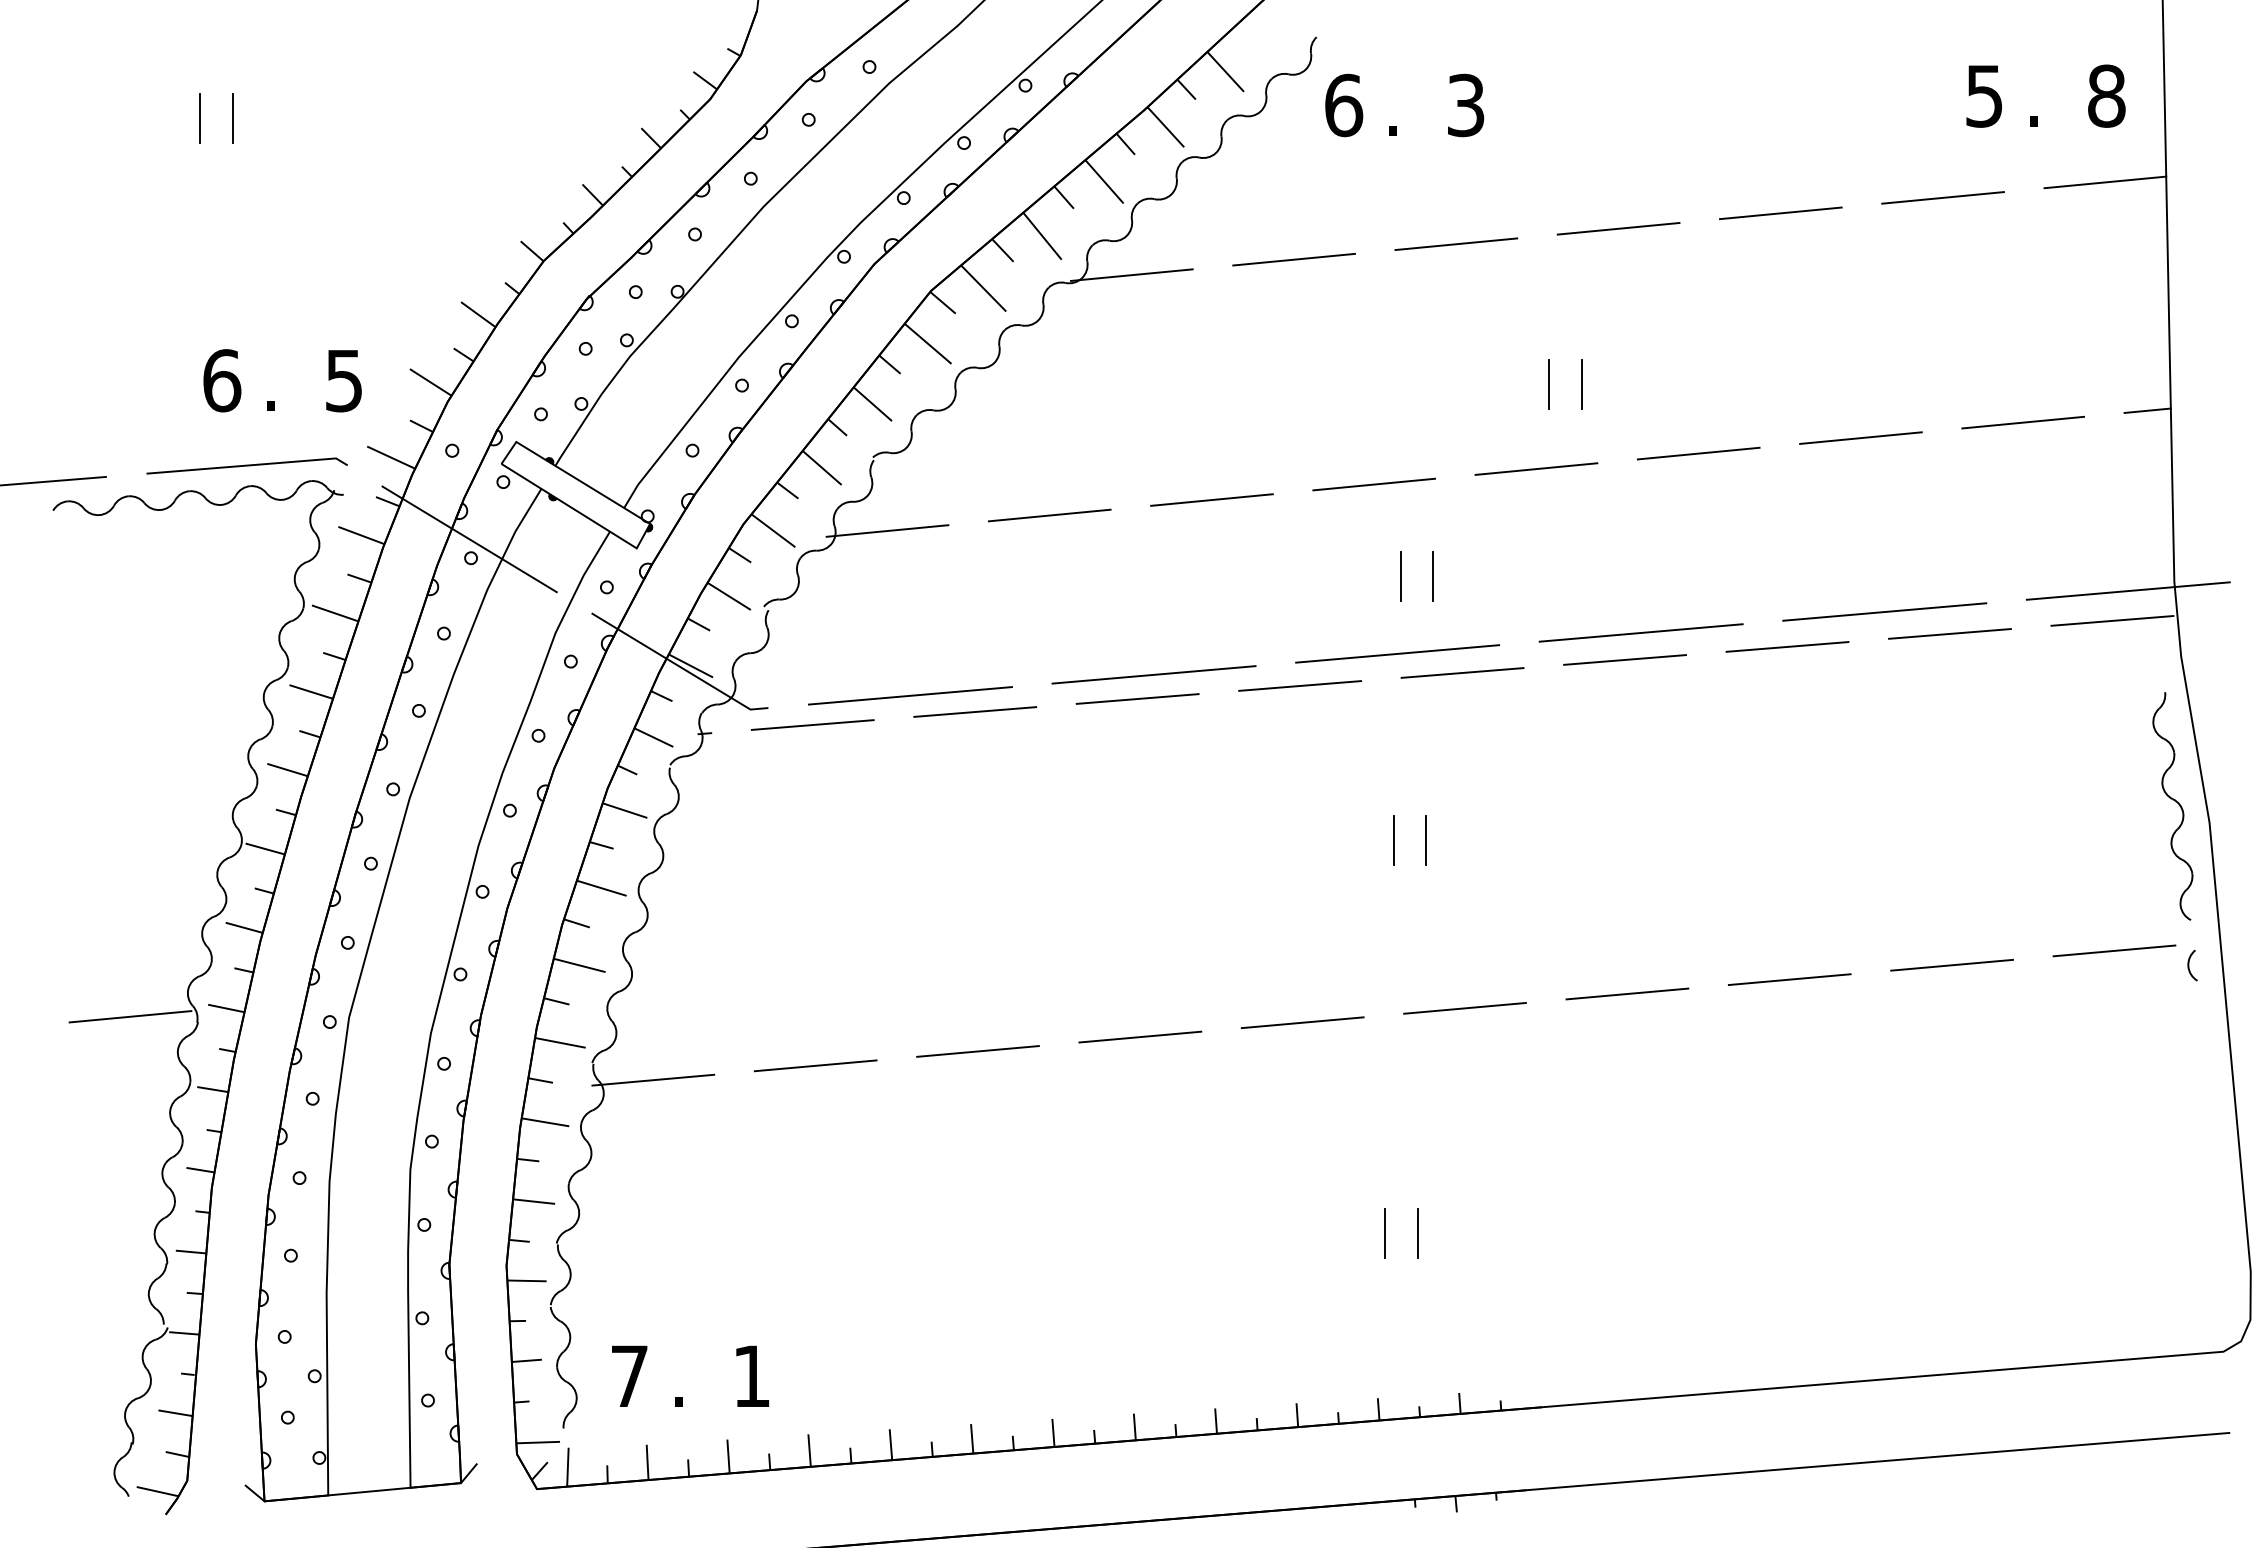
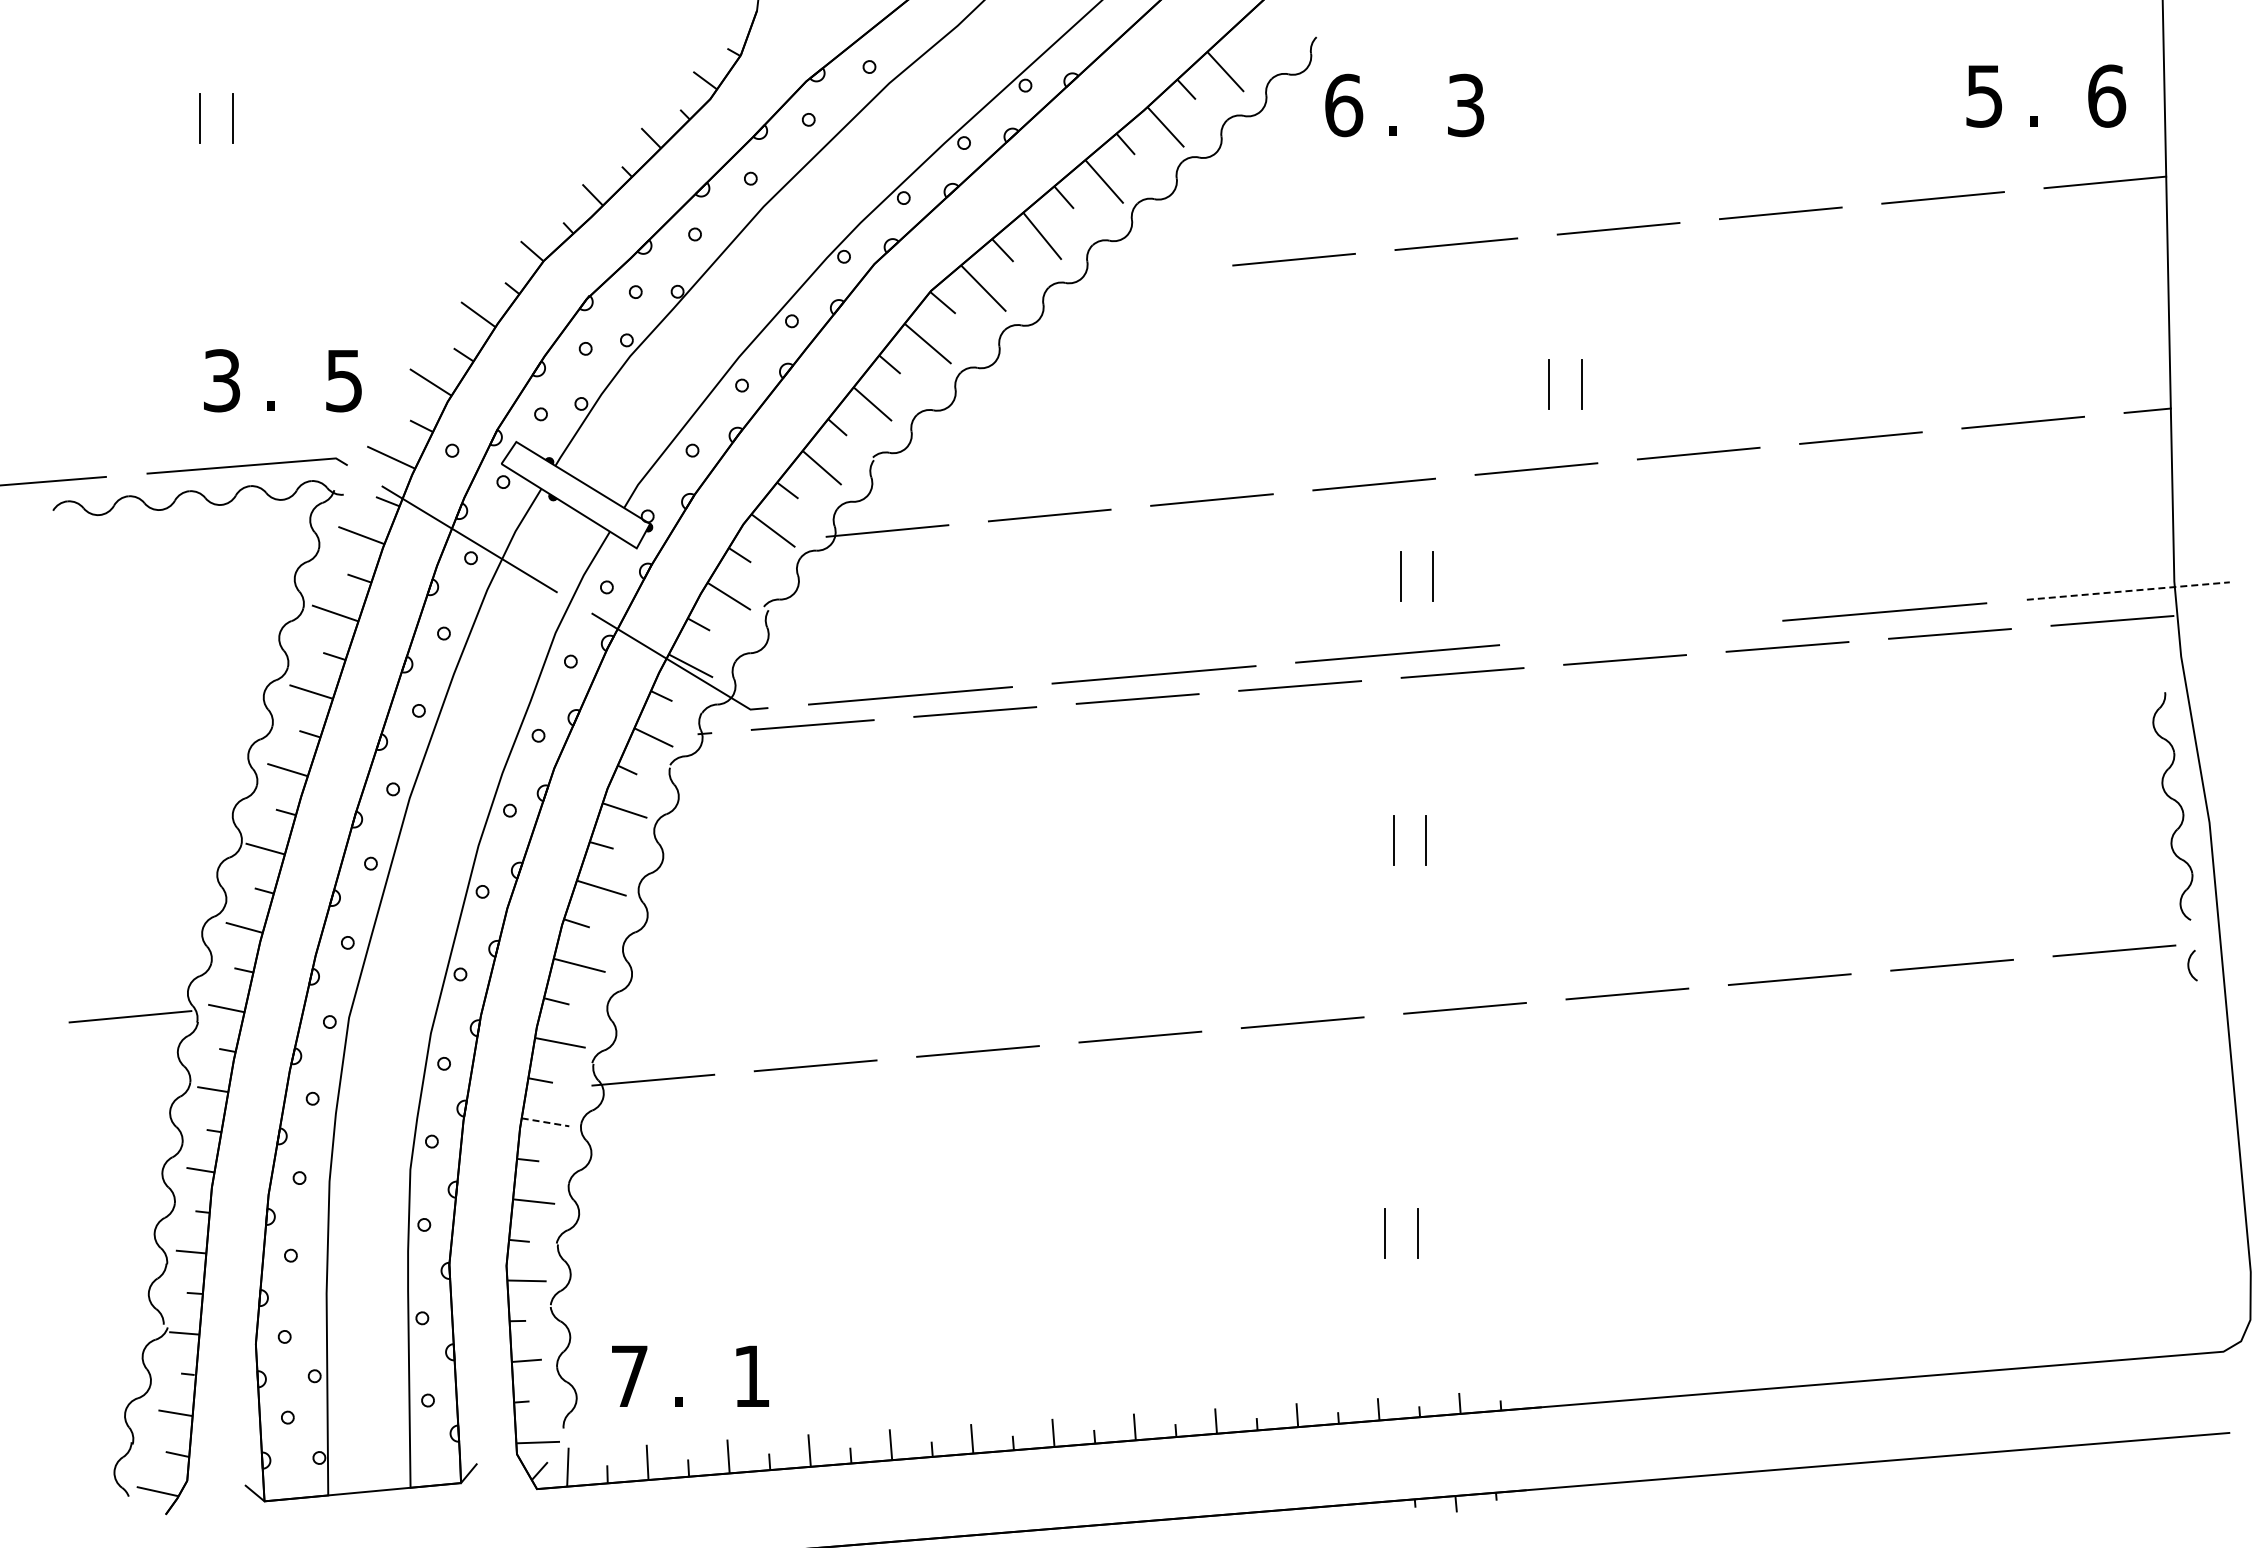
text at (2107, 95): 8 -> 6
line at (1131, 274): present -> none
text at (222, 380): 6 -> 3
line at (2128, 591): solid -> dashed
line at (1640, 632): present -> none
line at (545, 1122): solid -> dashed
